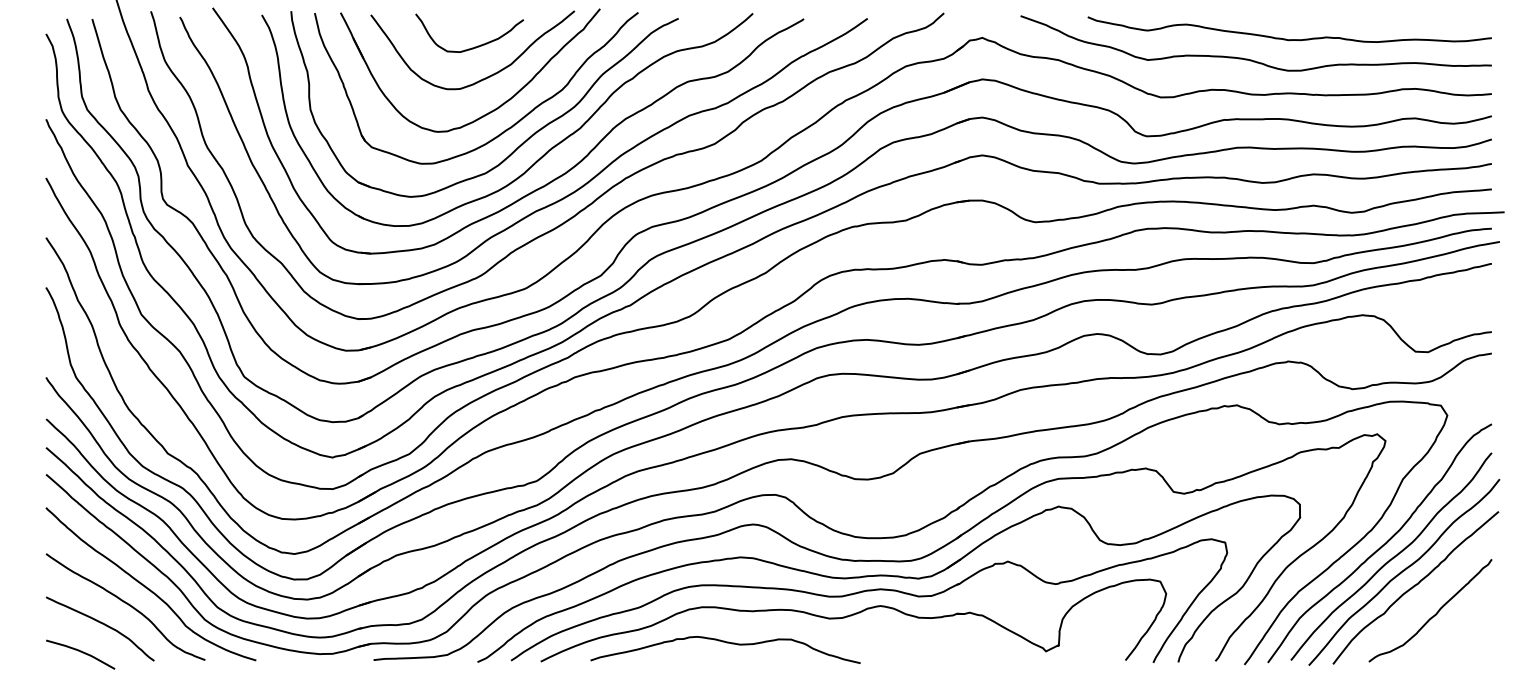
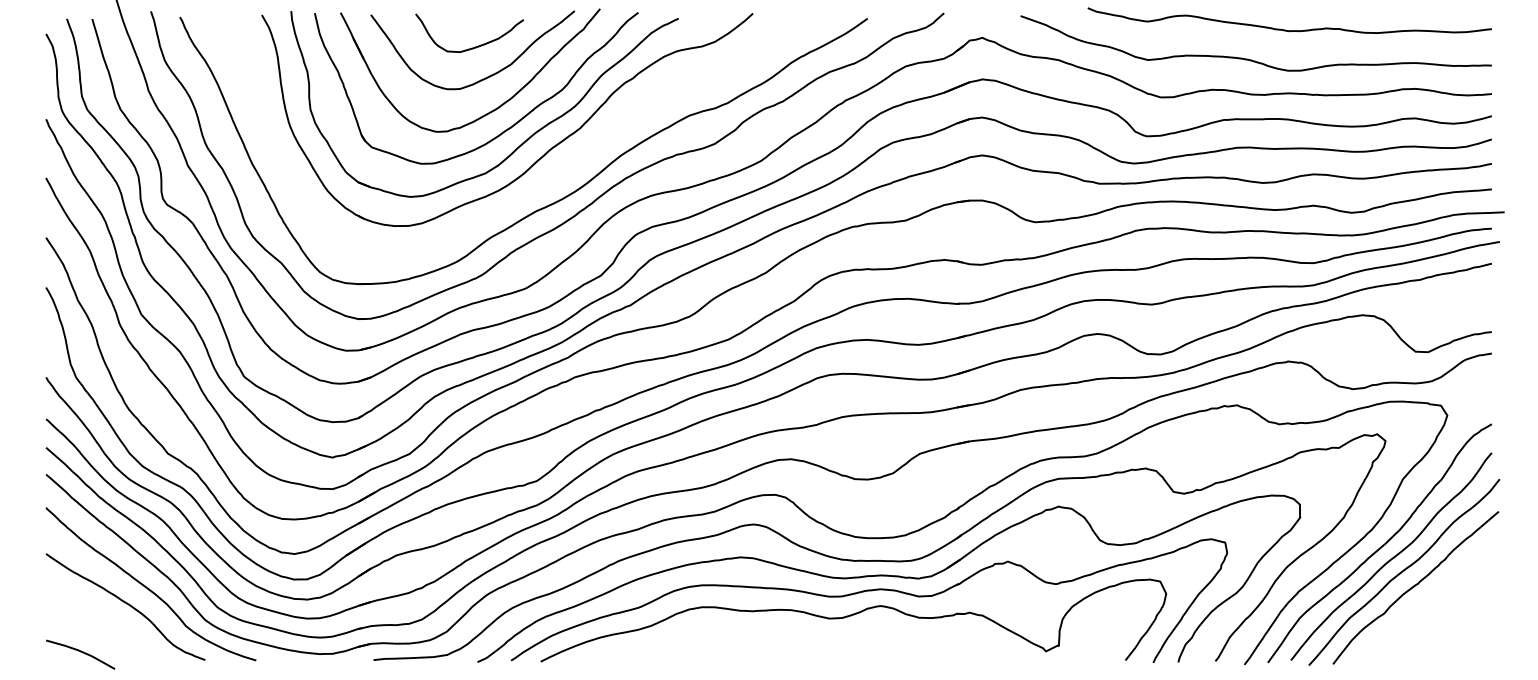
curve at (1286, 38) position: (1286, 38) -> (1286, 29)
part at (537, 188): present -> none
curve at (1434, 614): present -> none
curve at (102, 624): present -> none
curve at (726, 643): present -> none
